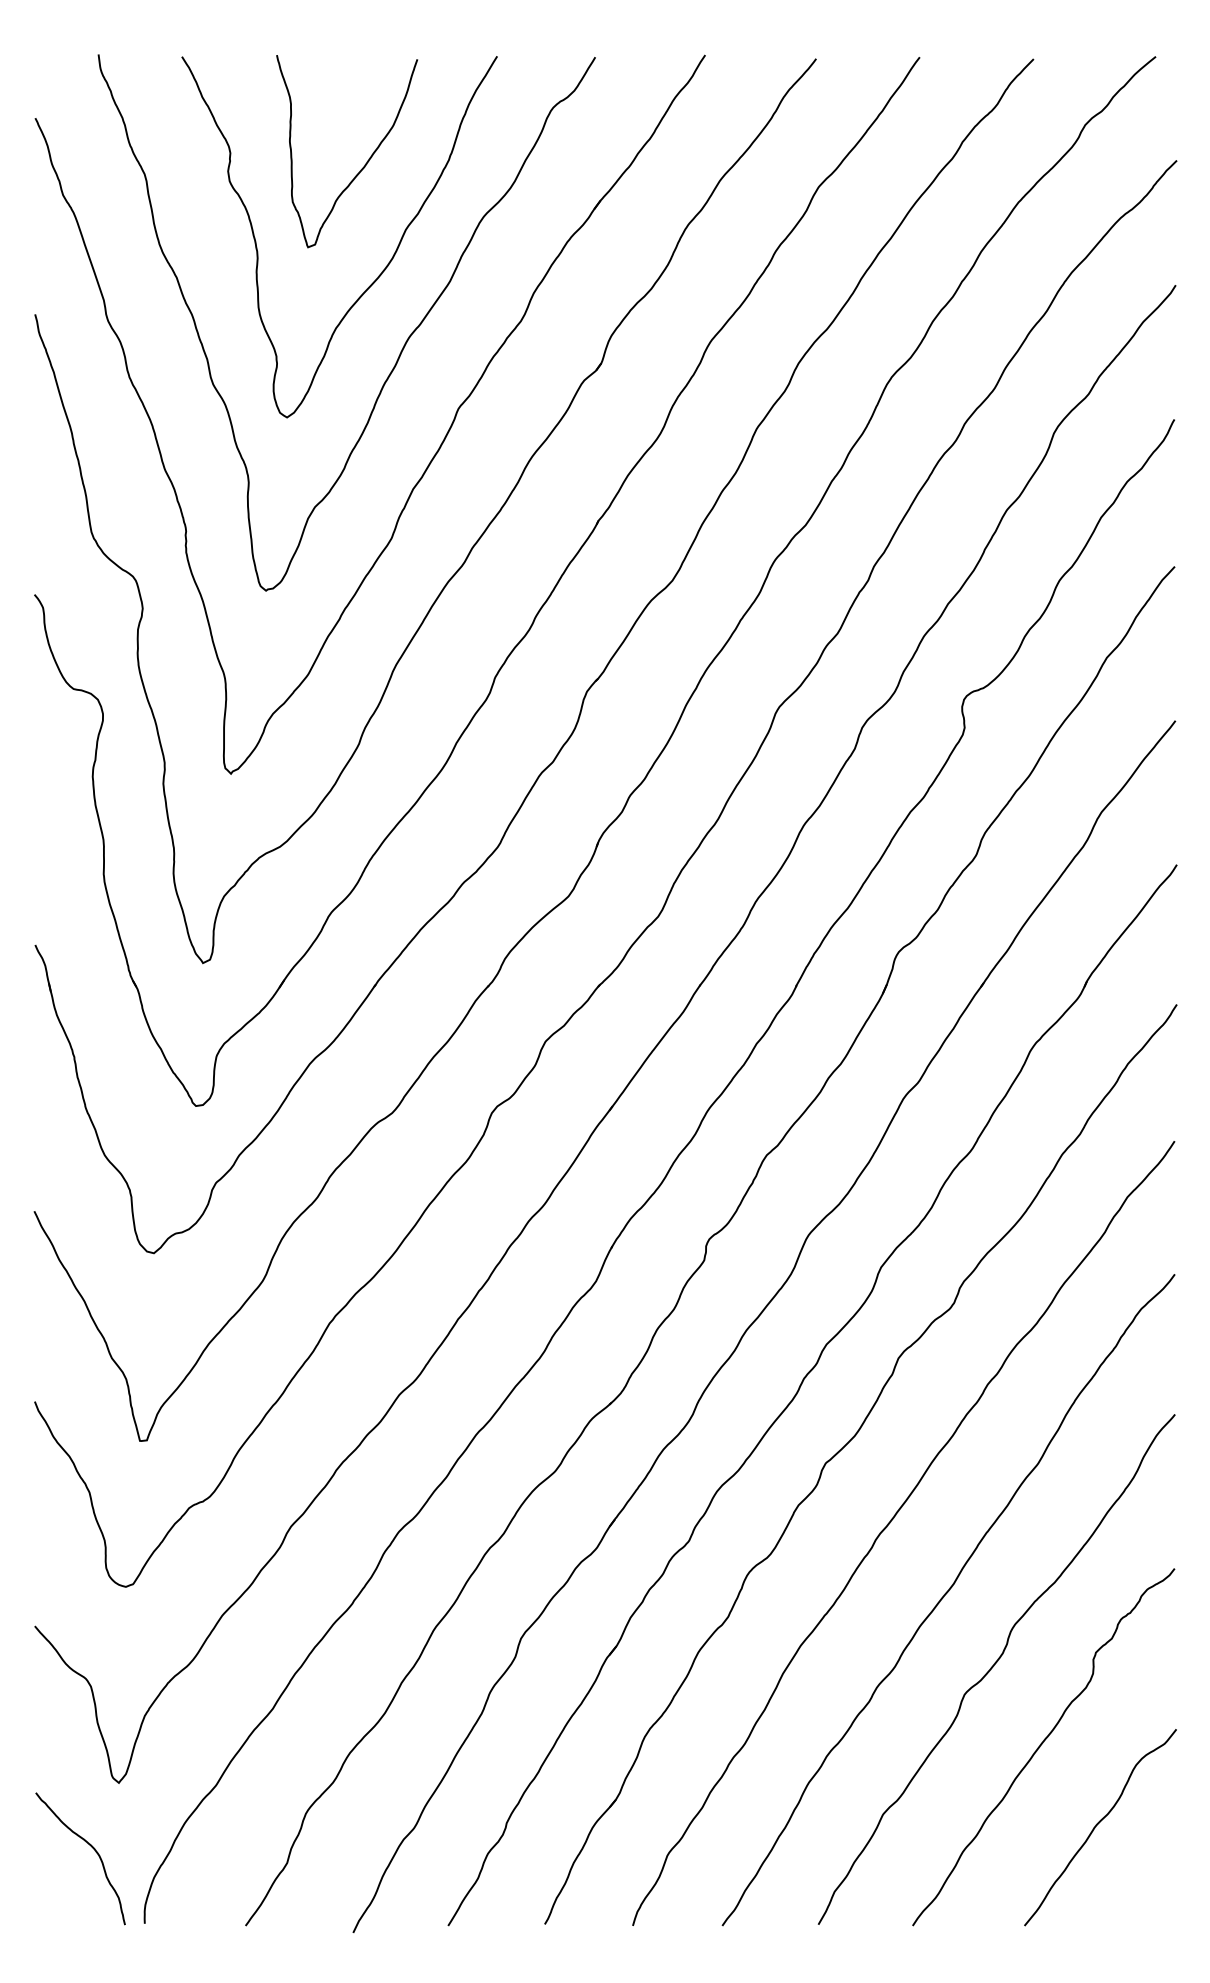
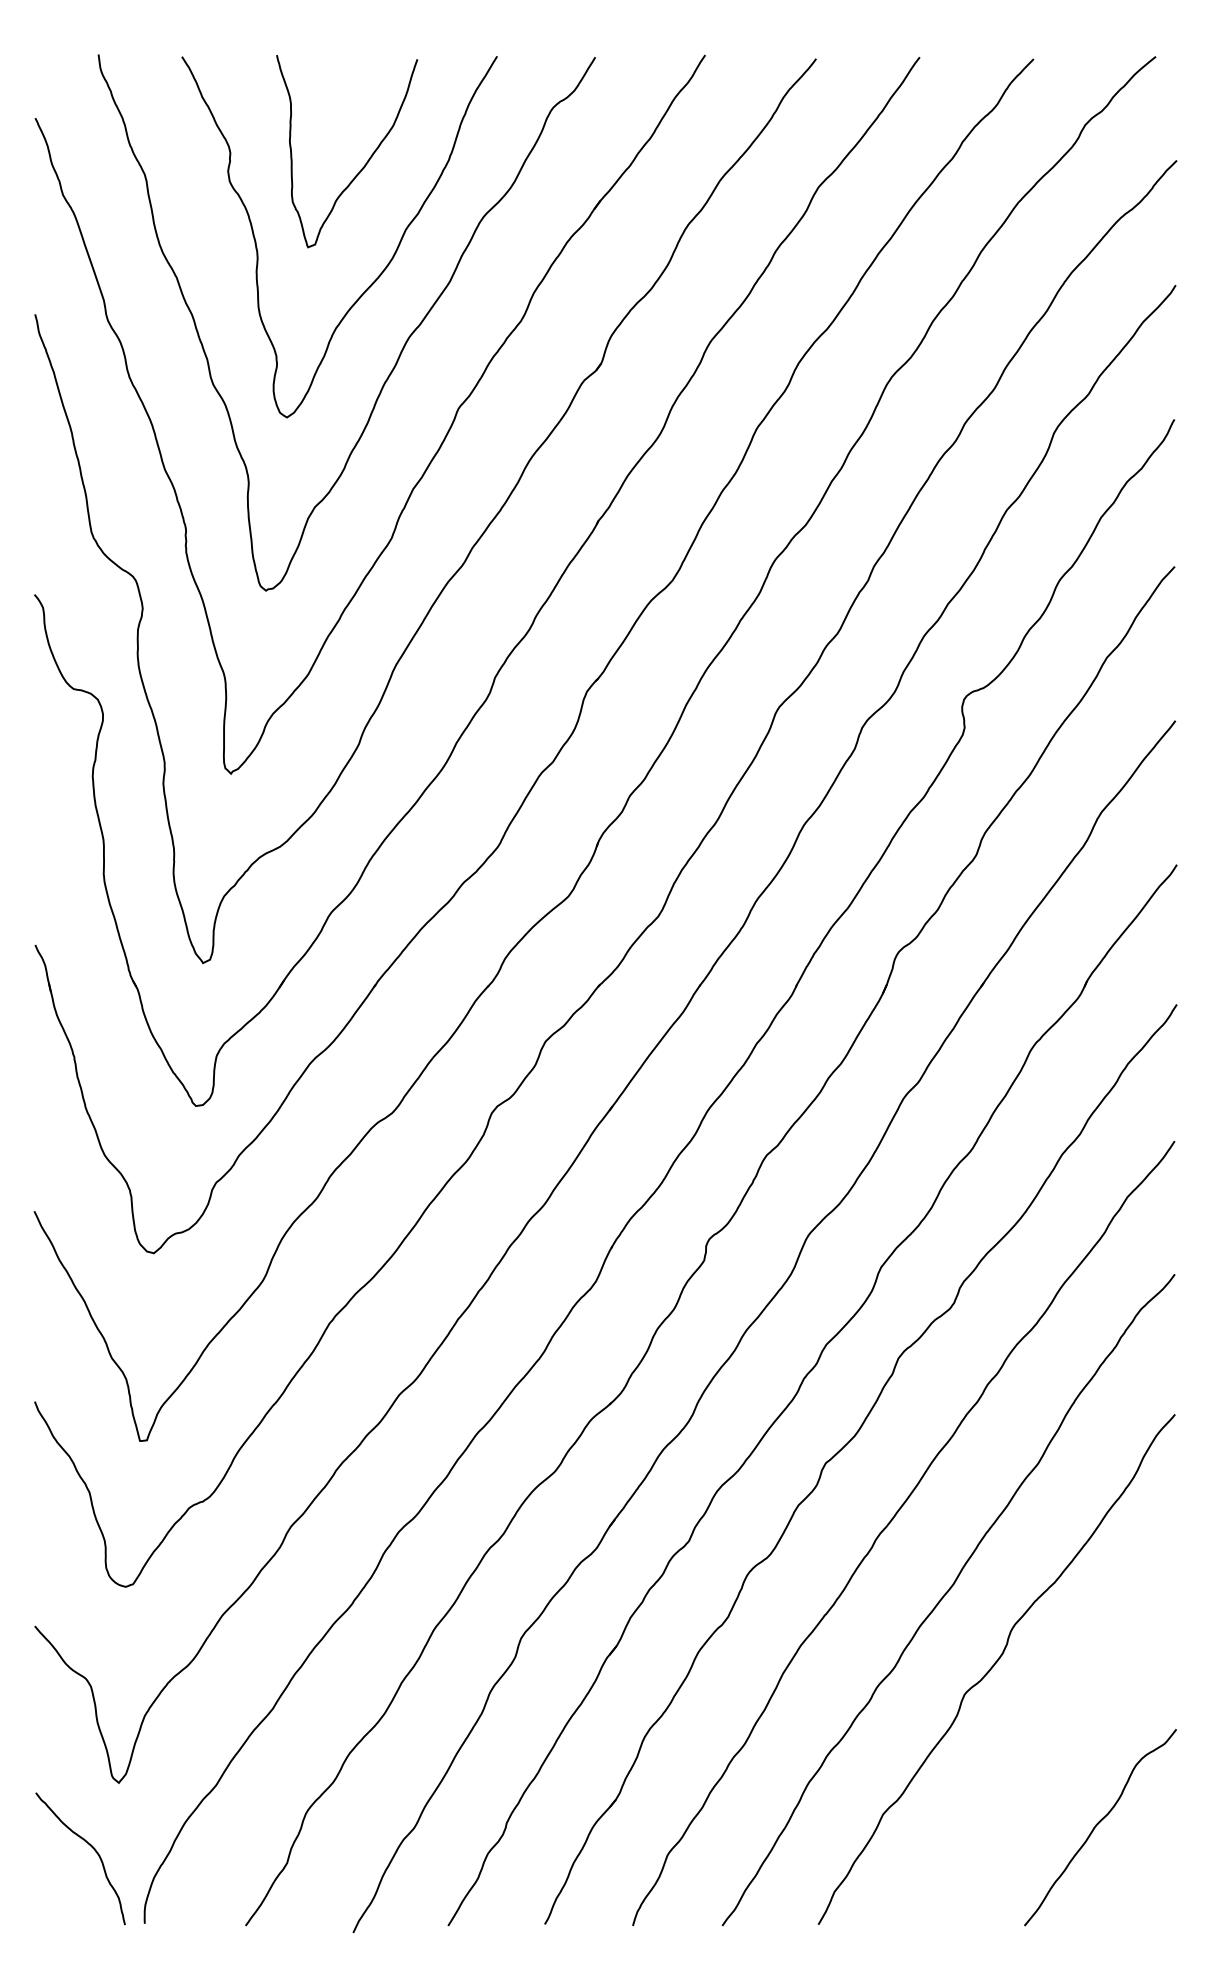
curve at (1041, 1745): present -> none
